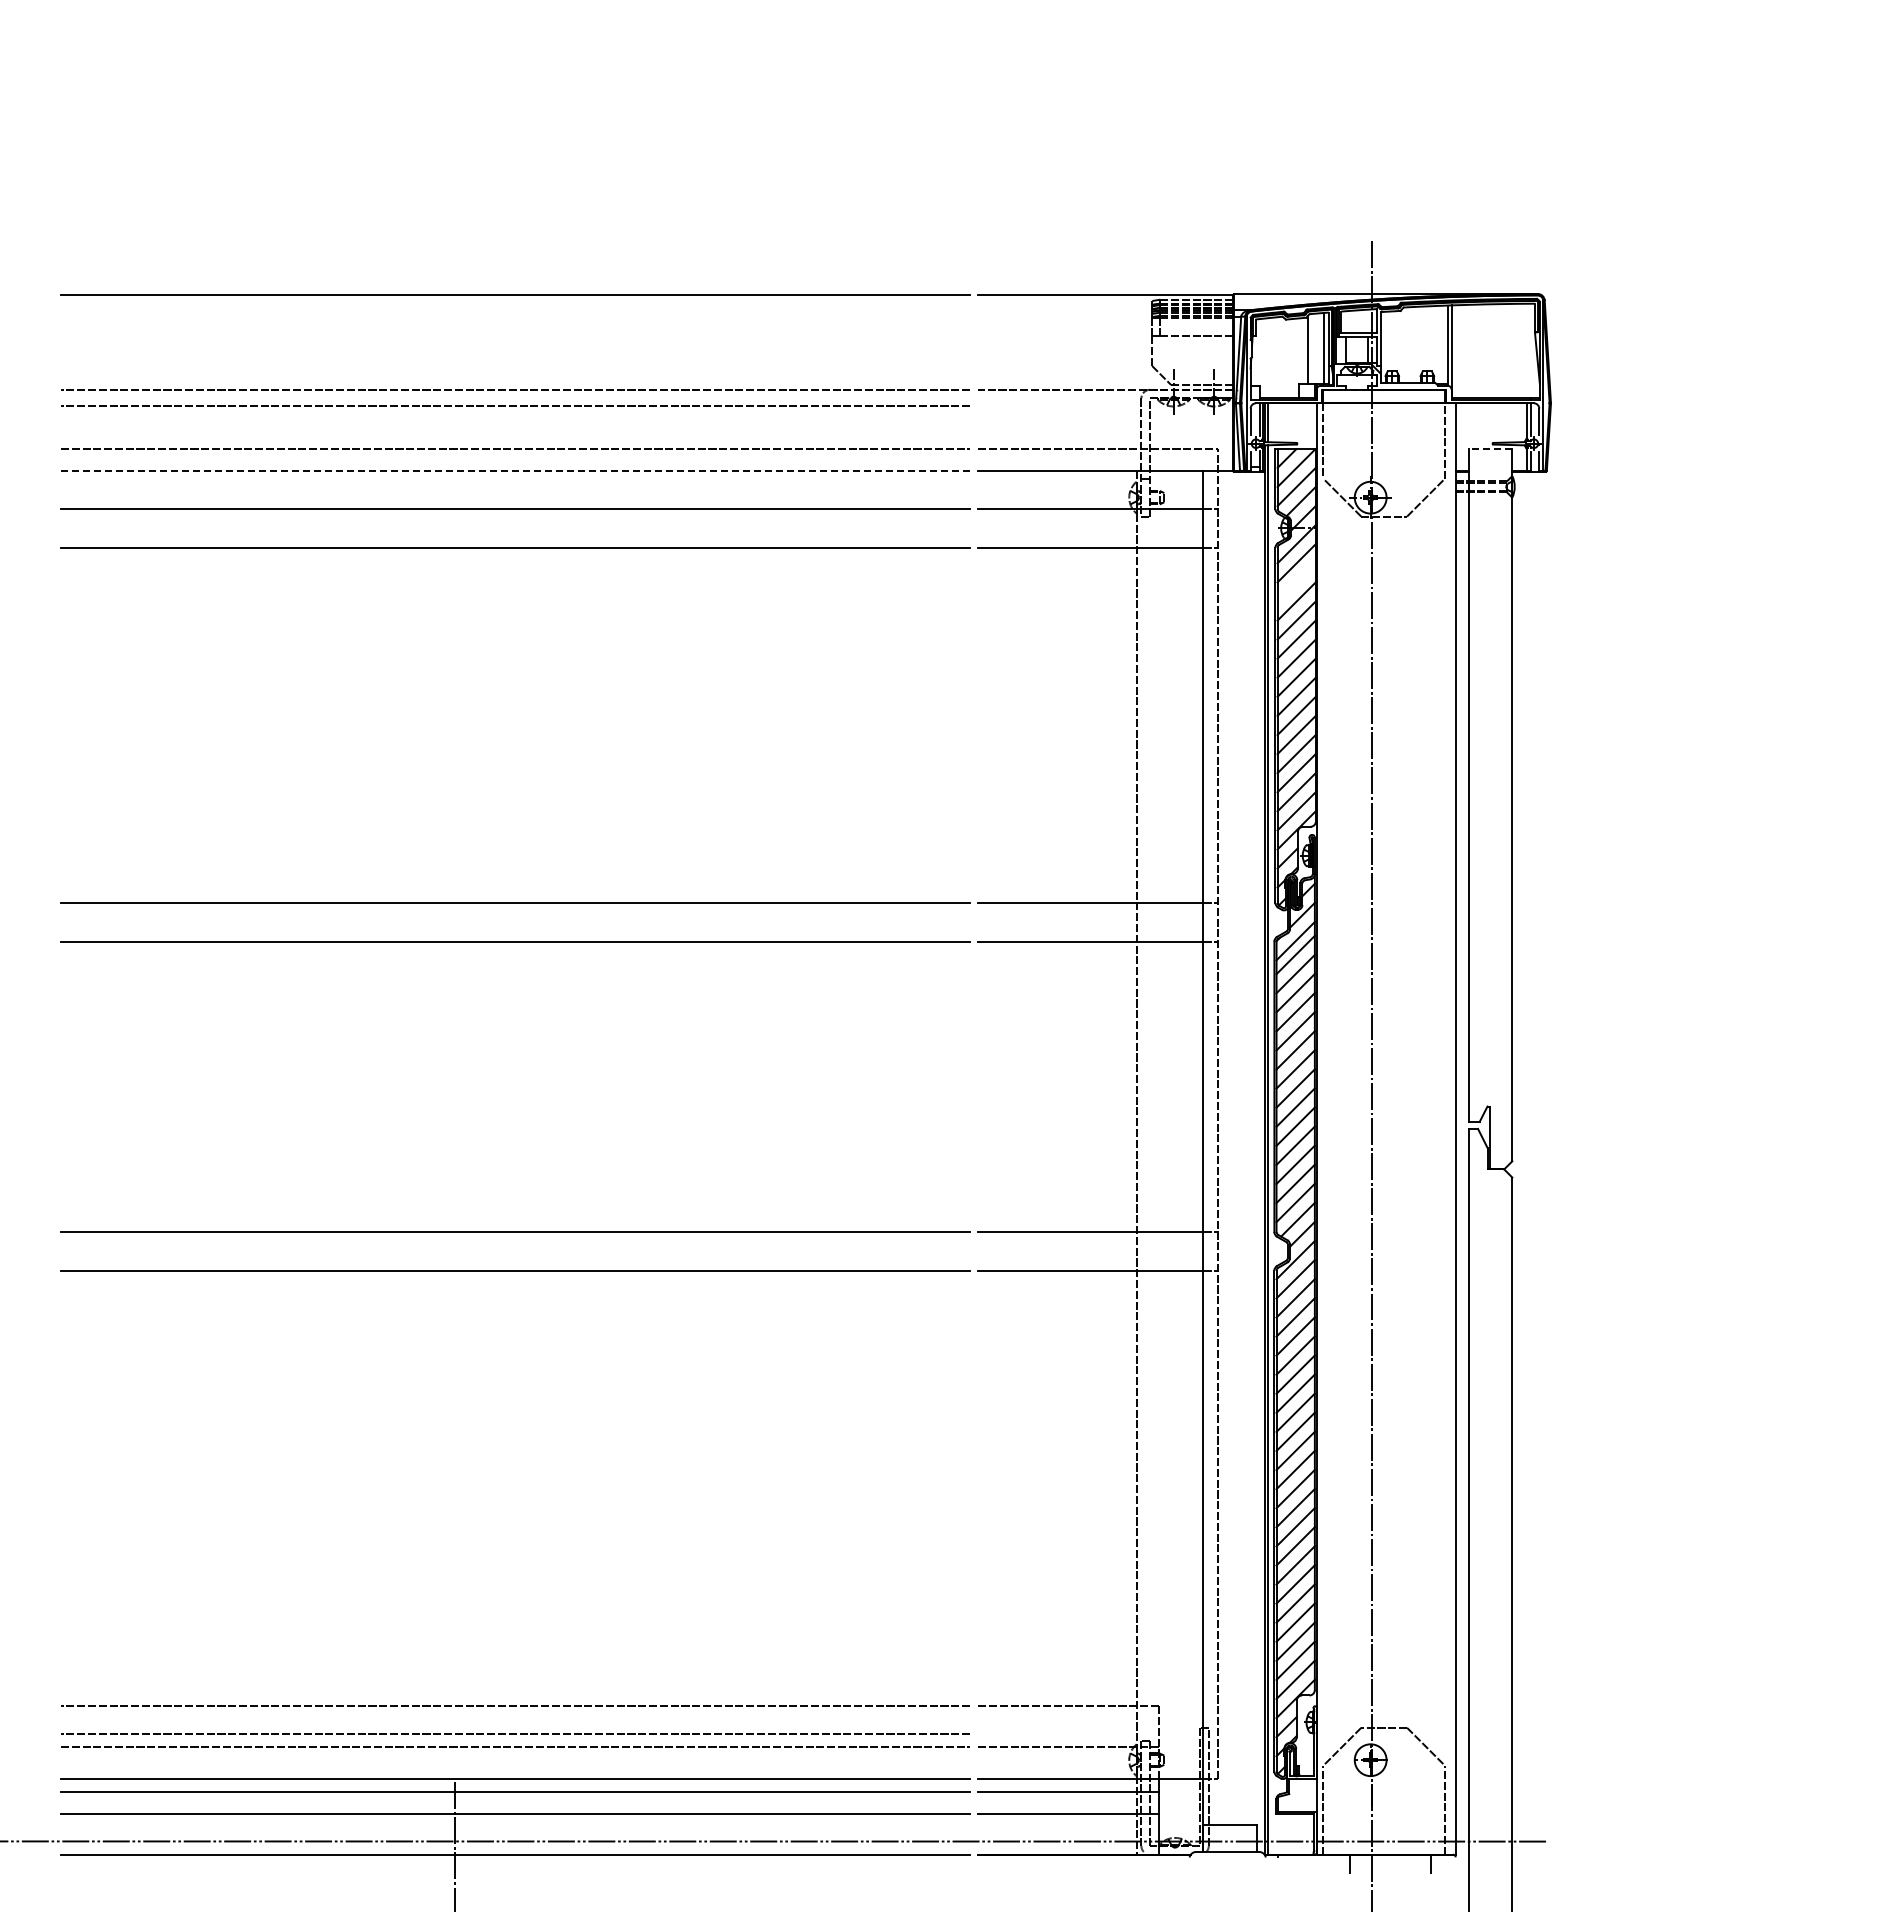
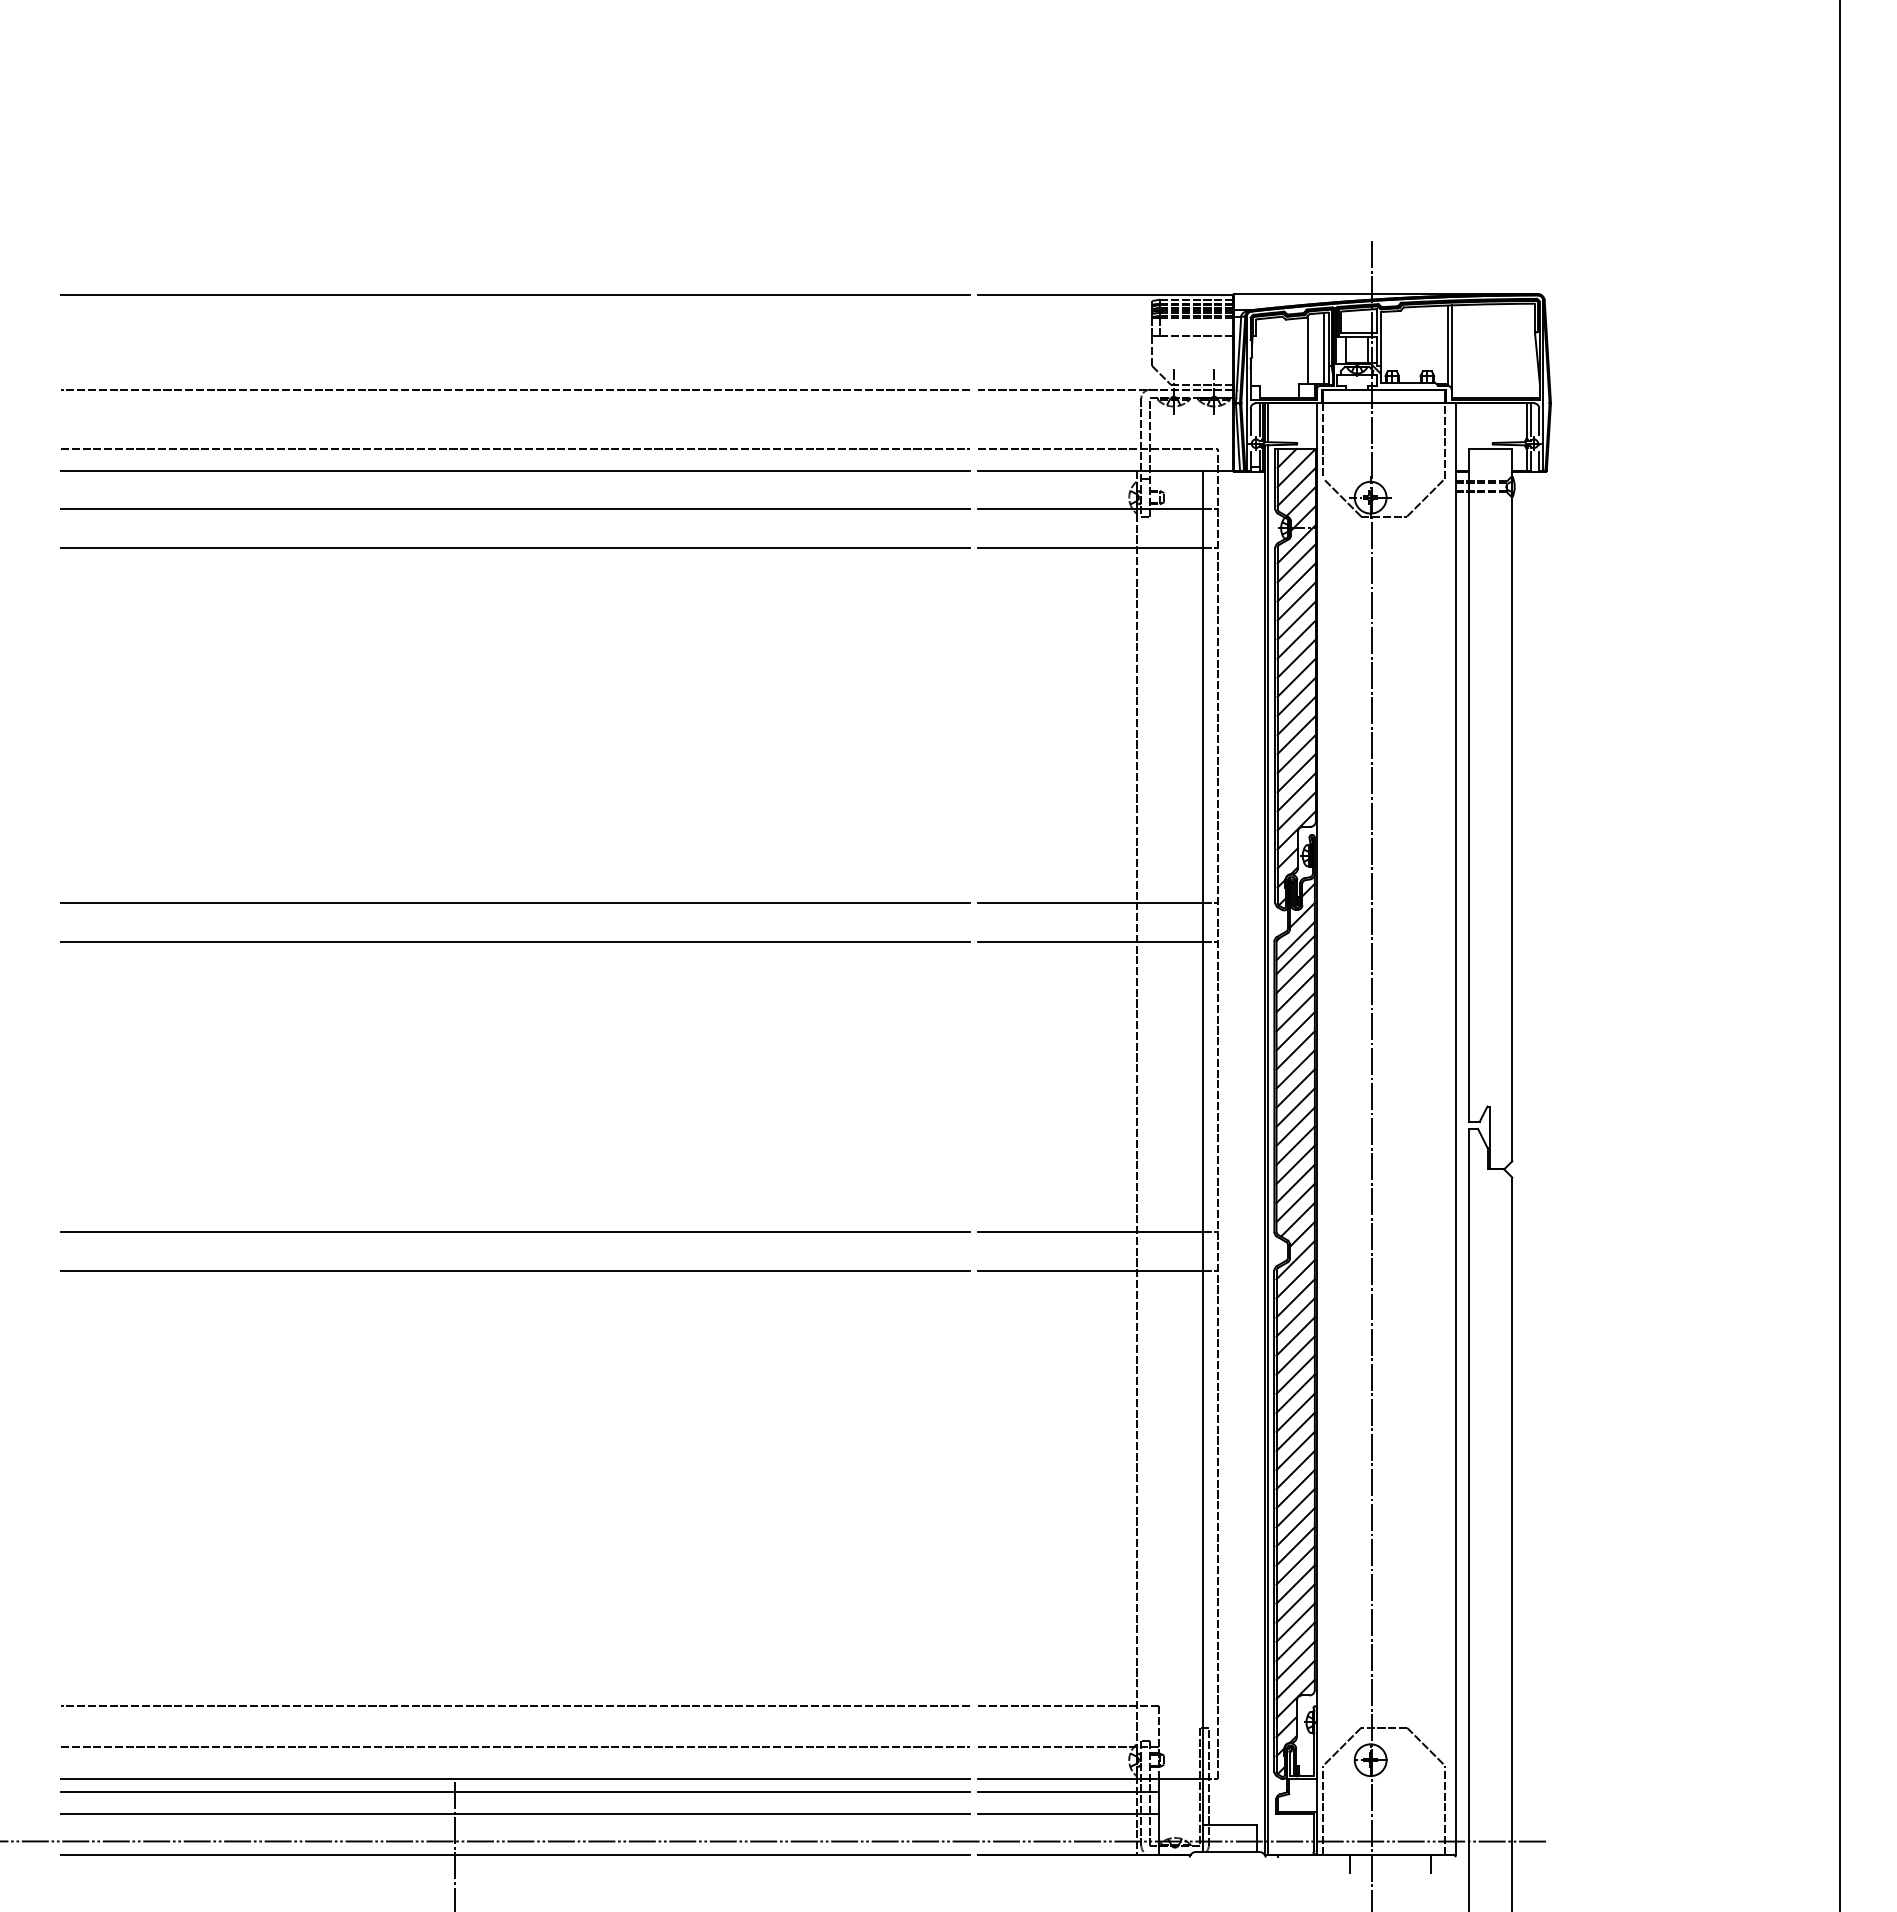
line at (515, 405): present -> none
line at (1490, 449): dashed -> solid
line at (515, 470): dashed -> solid
line at (1296, 582): none -> present
line at (1840, 955): none -> present
line at (515, 1733): present -> none
